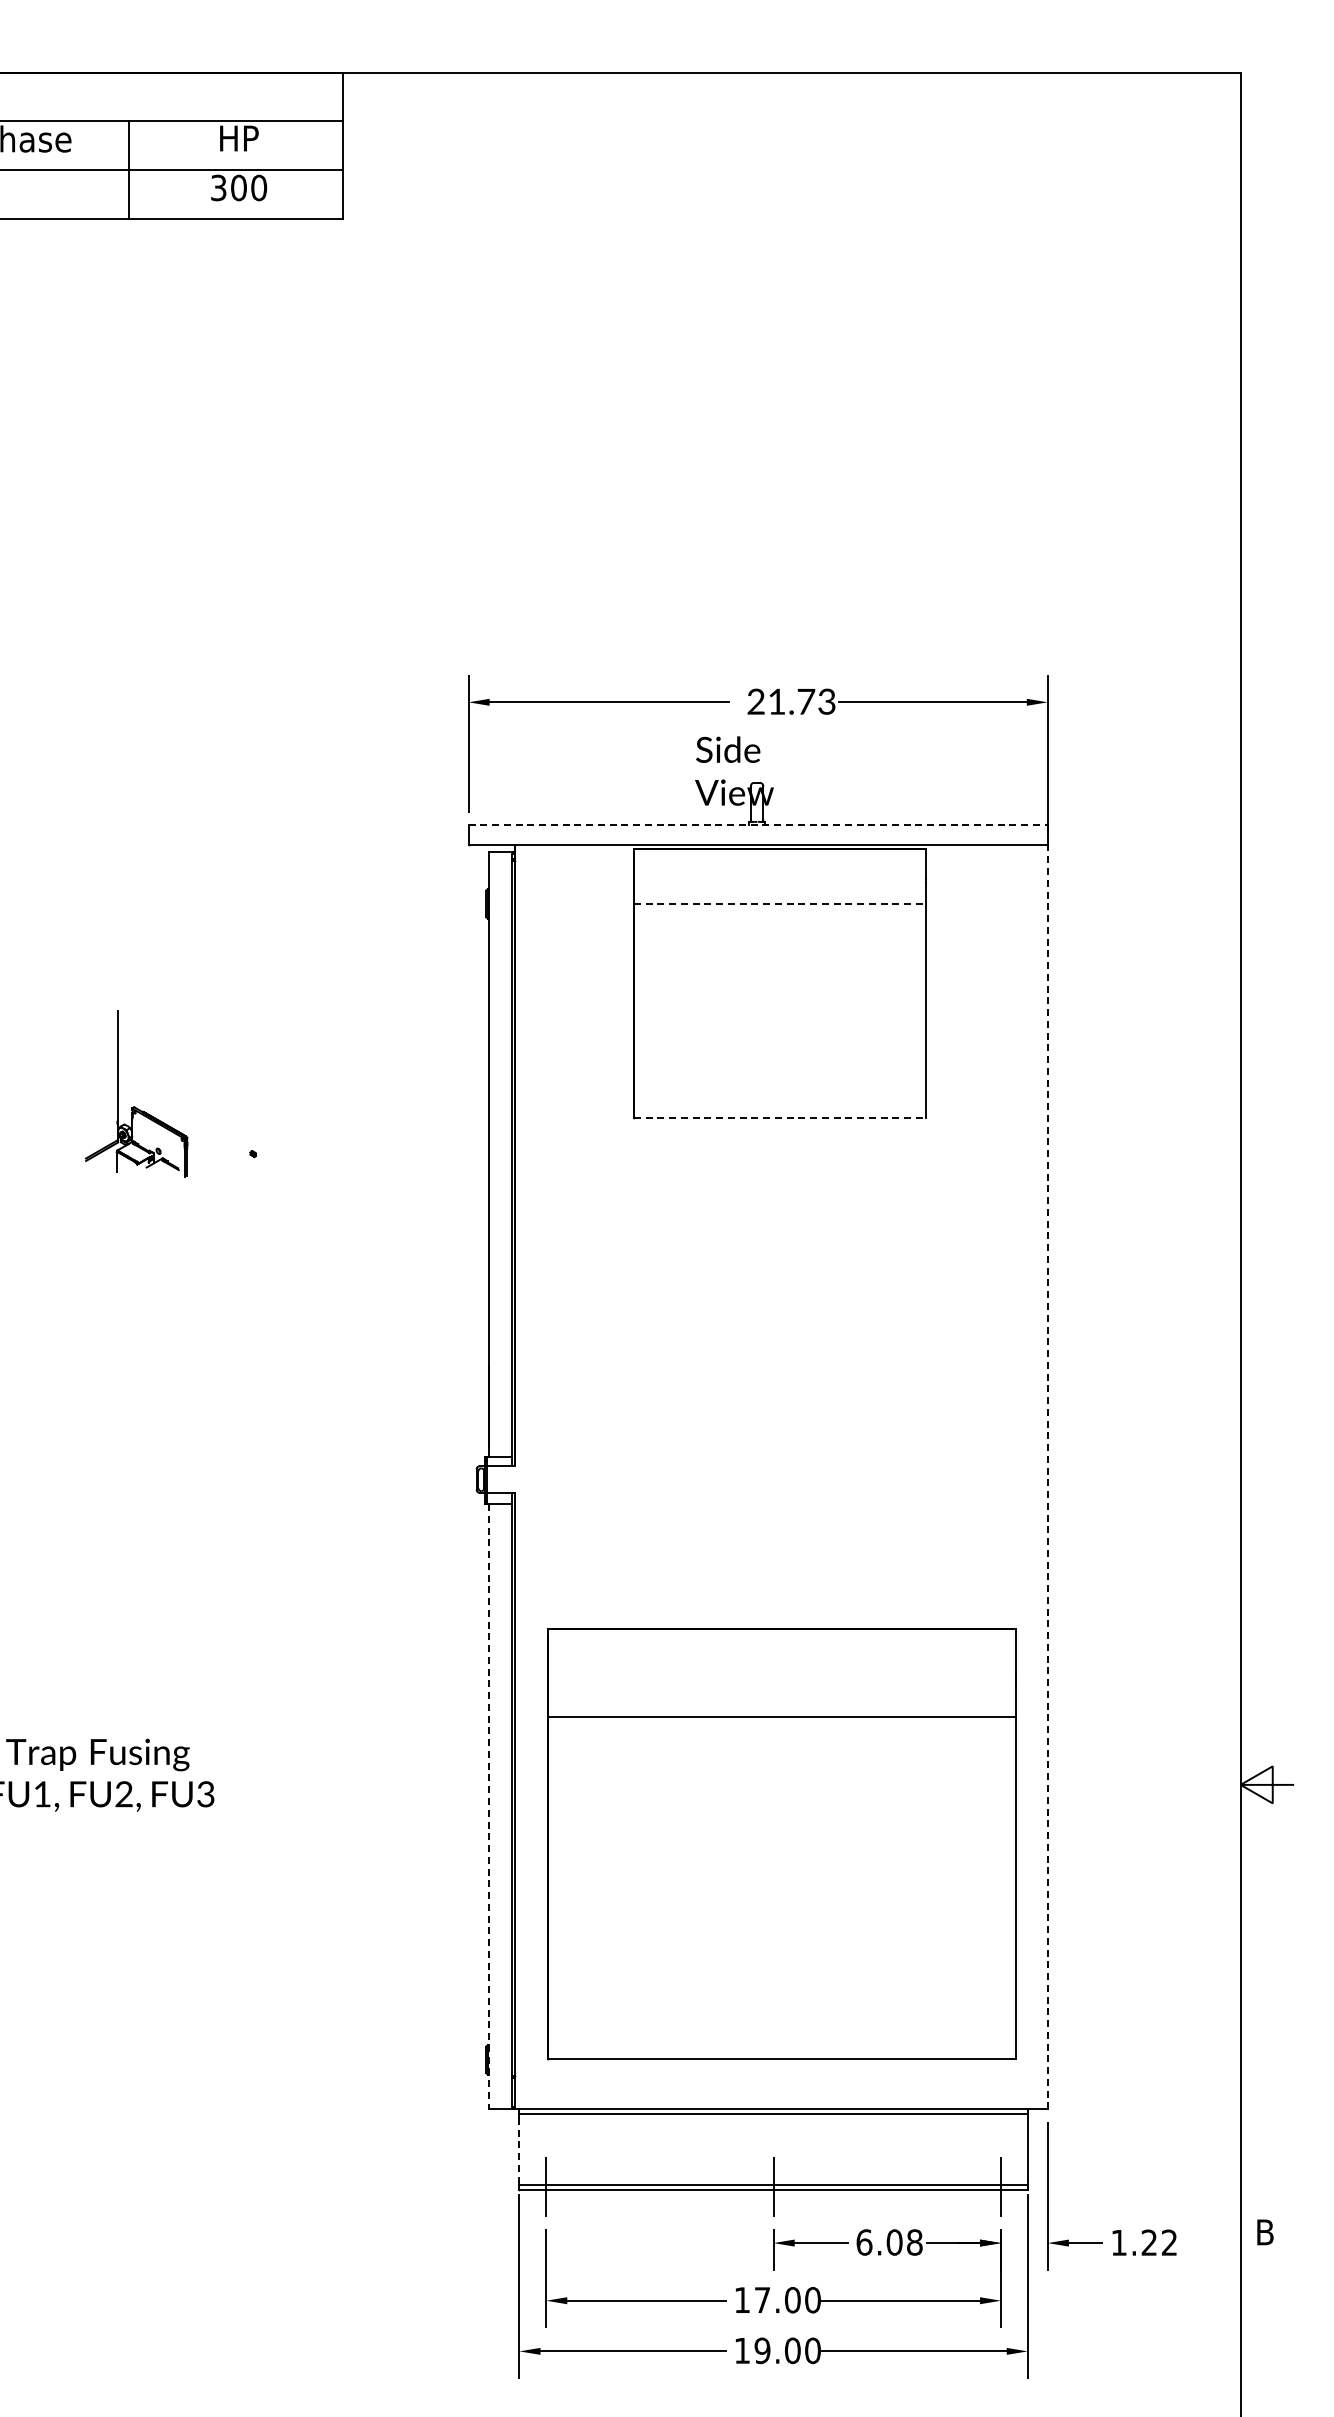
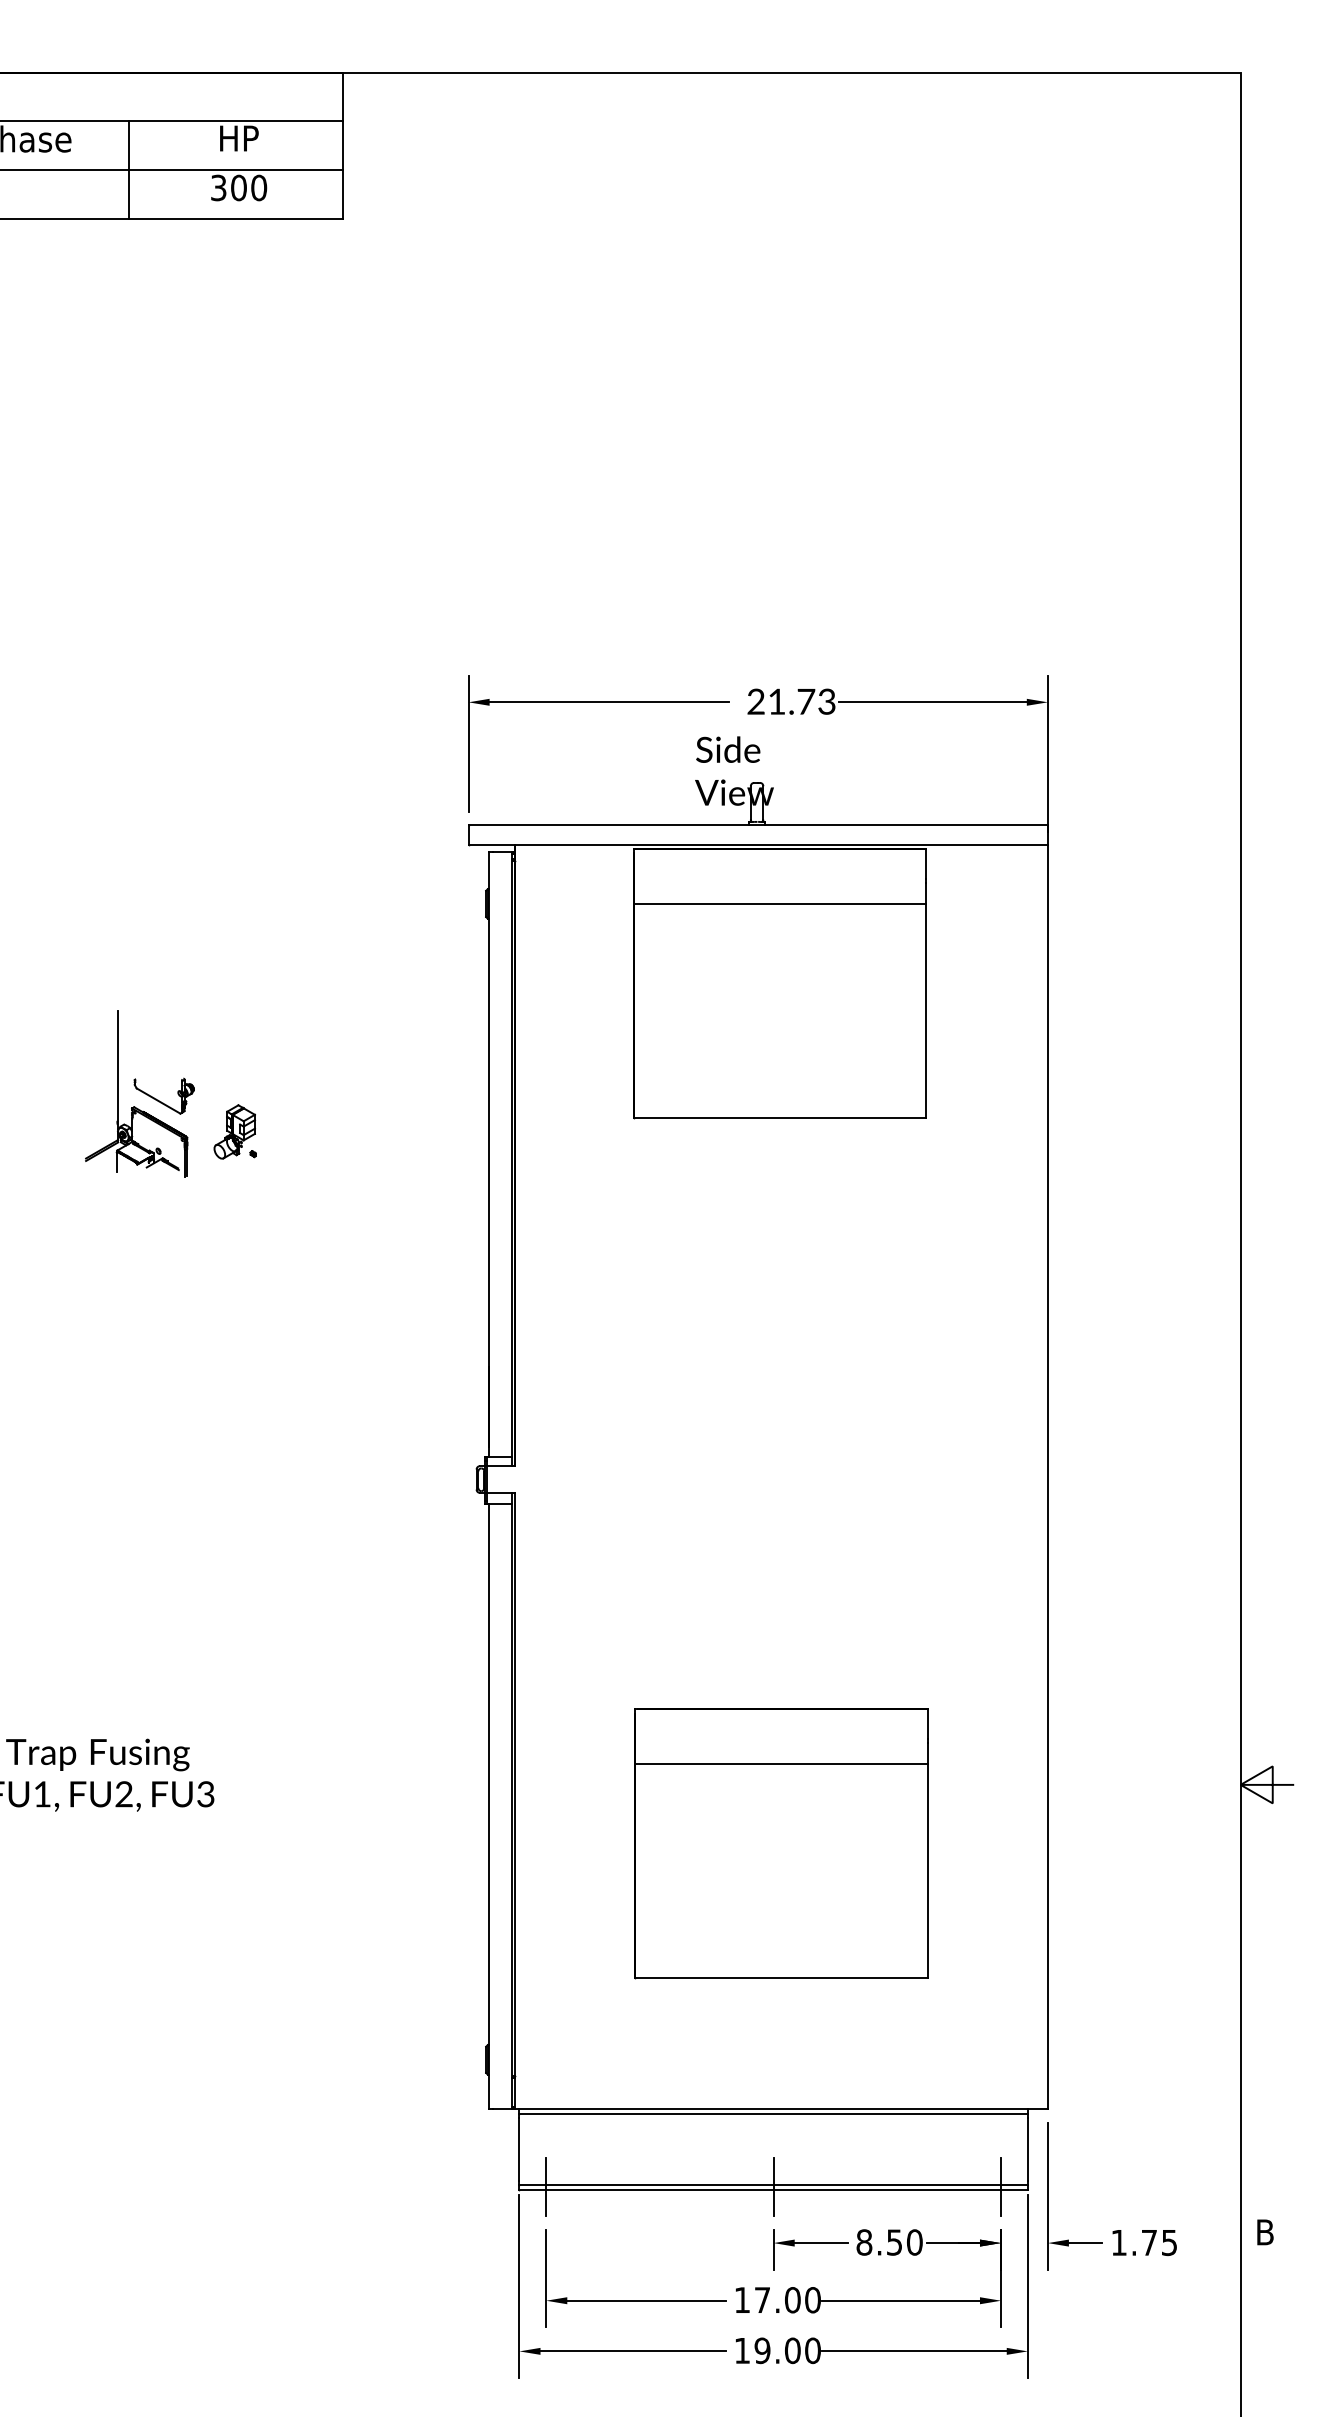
line at (758, 825): dashed -> solid
line at (780, 903): dashed -> solid
part at (161, 1101): none -> present
line at (780, 1117): dashed -> solid
part at (234, 1131): none -> present
line at (1047, 1476): dashed -> solid
line at (489, 1806): dashed -> solid
part at (781, 1844) size: 470x433 px -> 295x272 px
line at (519, 2149): dashed -> solid
text at (889, 2242): 6.08 -> 8.50
text at (1158, 2242): 1.22 -> 1.75
